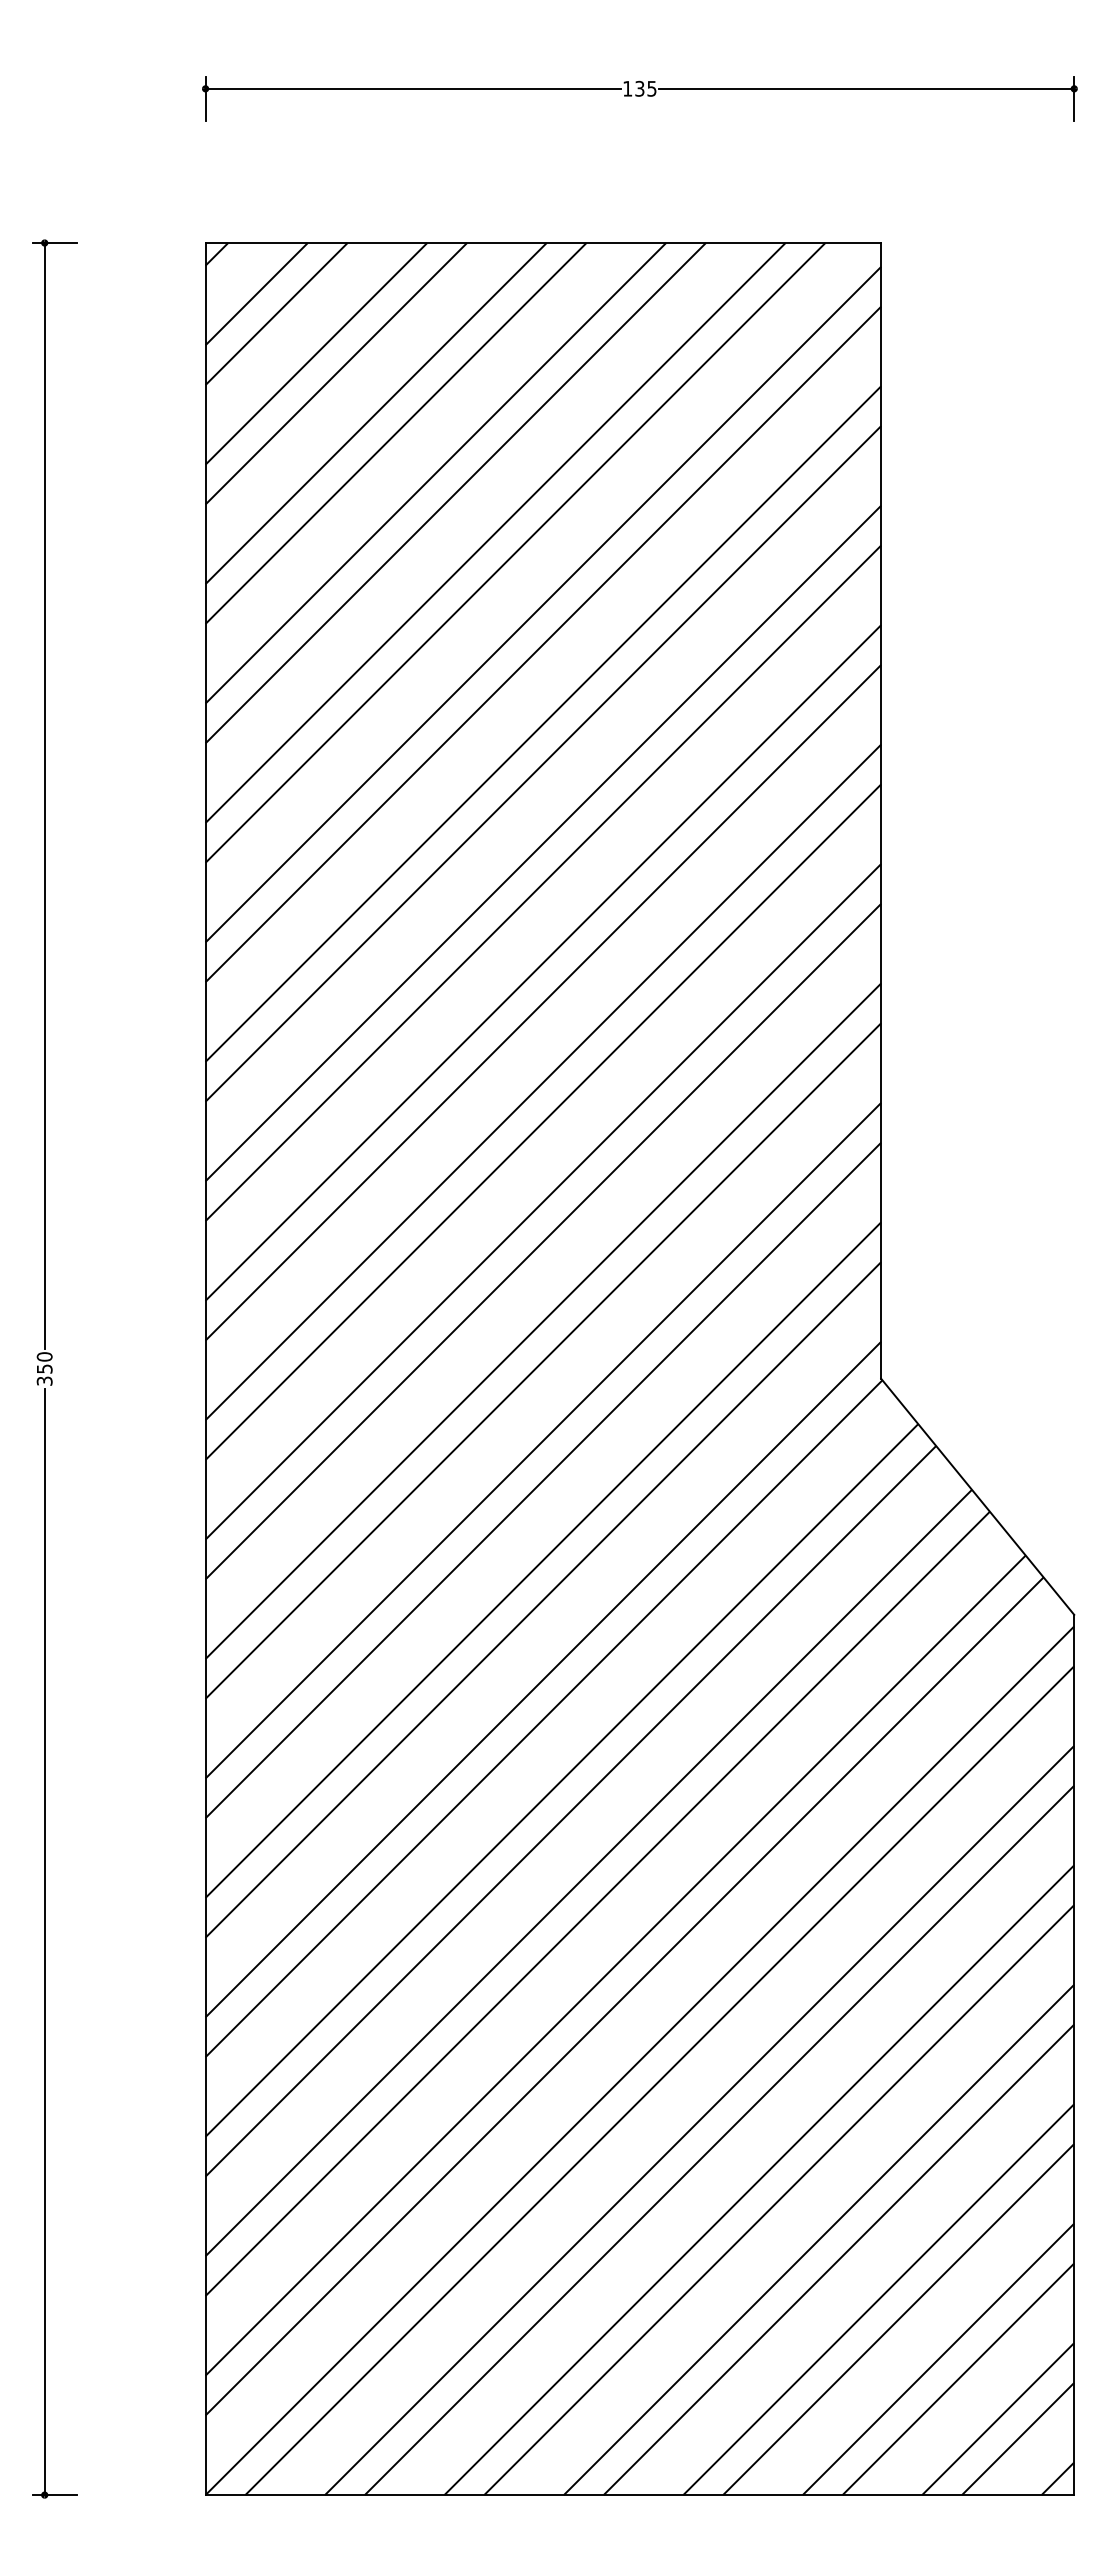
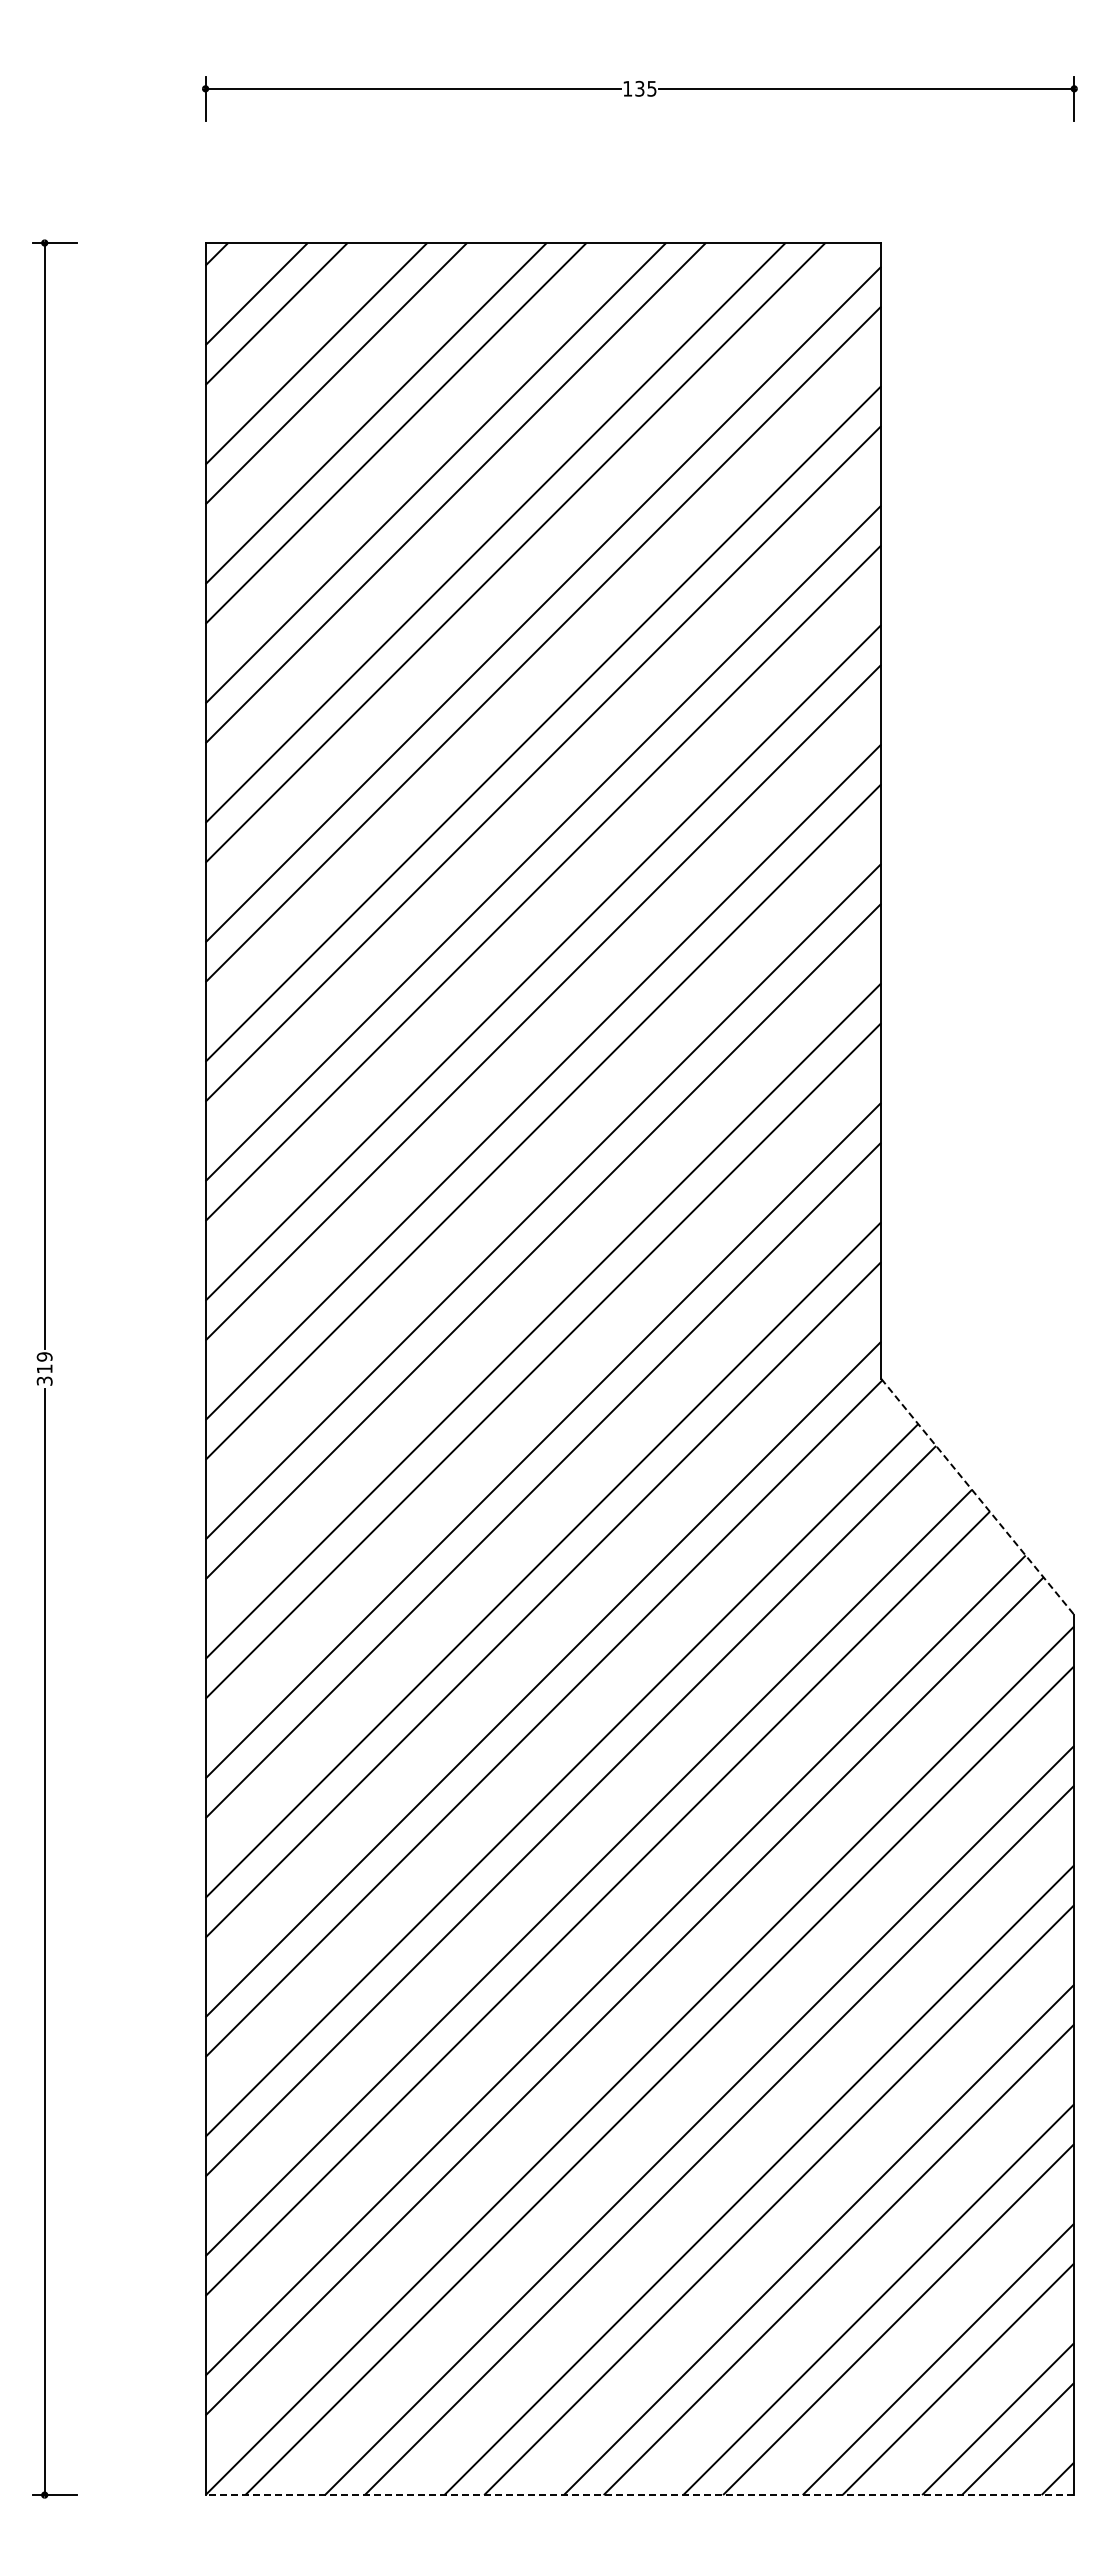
text at (44, 1362): 350 -> 319
line at (978, 1497): solid -> dashed
line at (639, 2495): solid -> dashed
